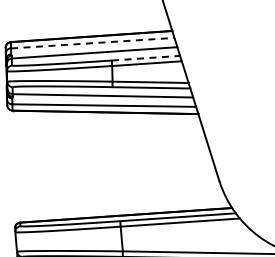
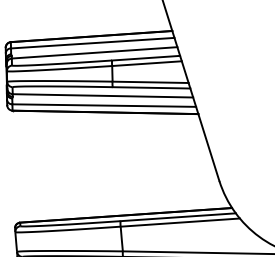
line at (92, 43): dashed -> solid
line at (146, 58): dashed -> solid
